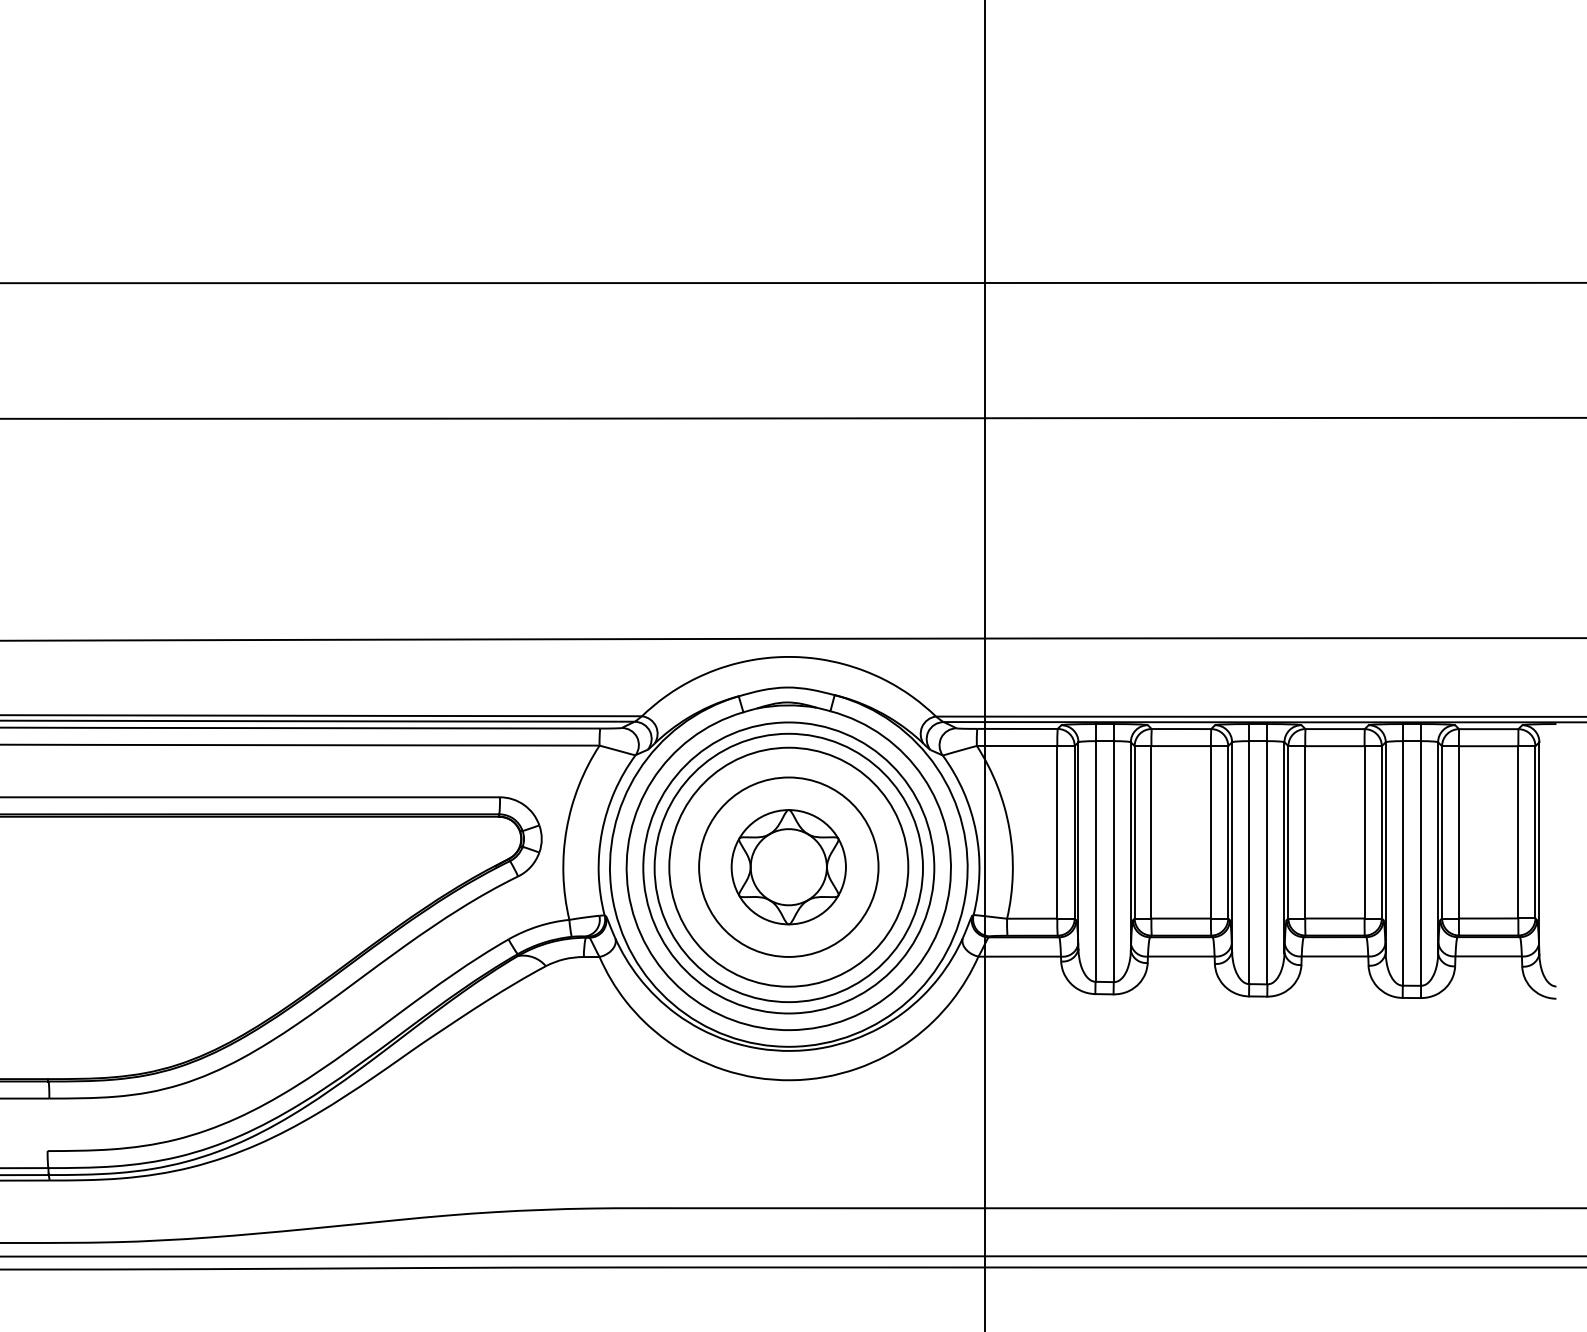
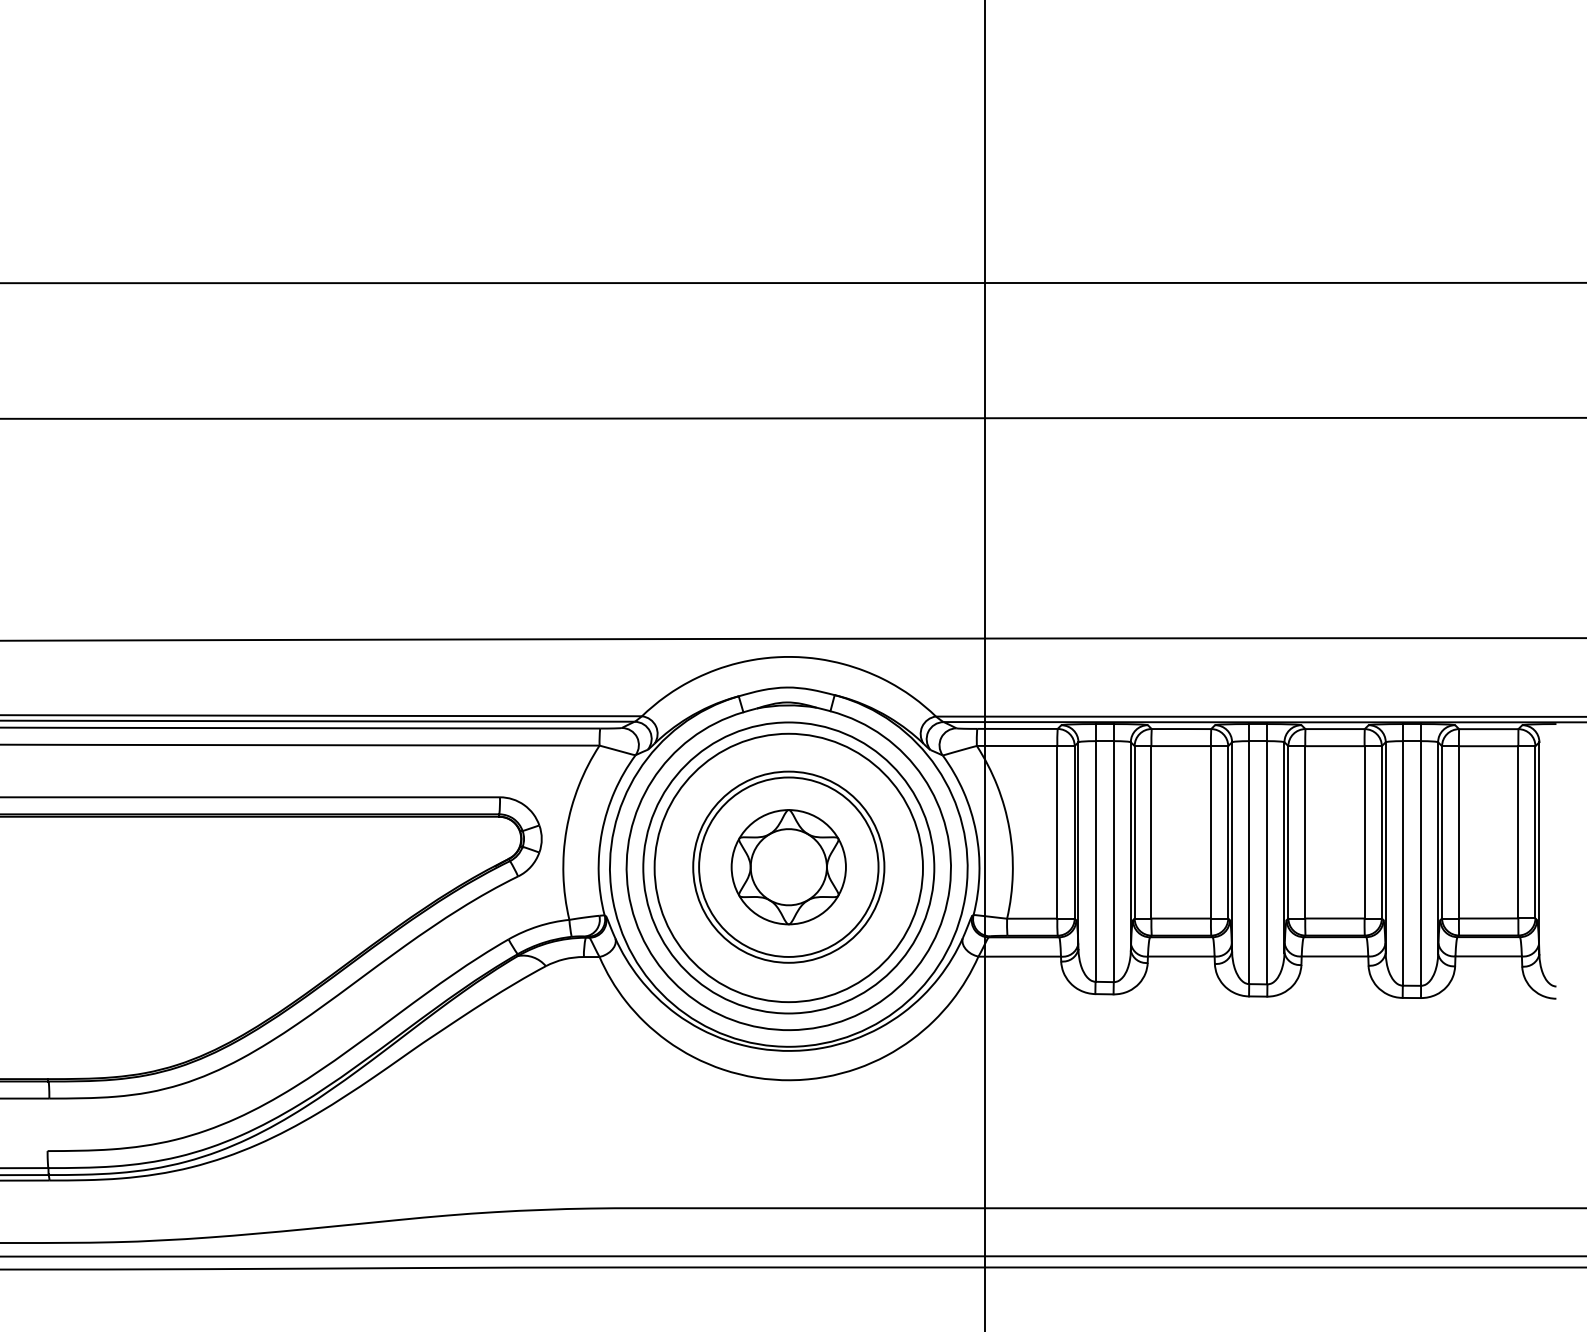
circle at (788, 866) diameter: 239 px -> 191 px
